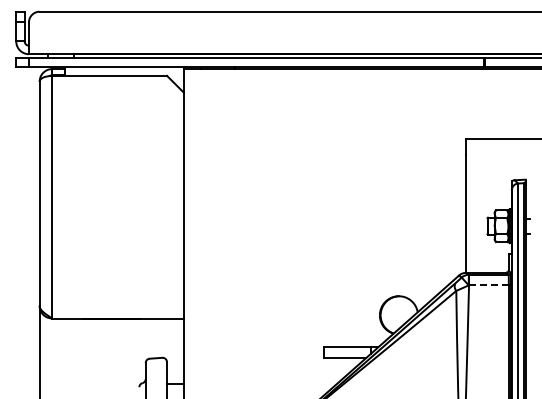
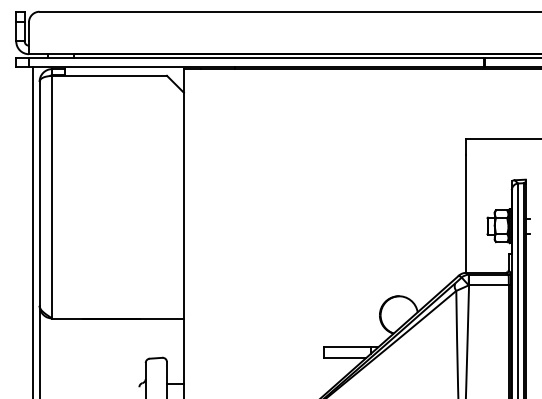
line at (33, 230): none -> present
line at (488, 285): dashed -> solid
